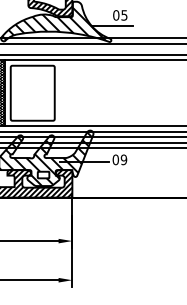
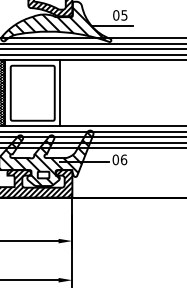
line at (92, 49): none -> present
line at (60, 93): none -> present
text at (123, 159): 09 -> 06
